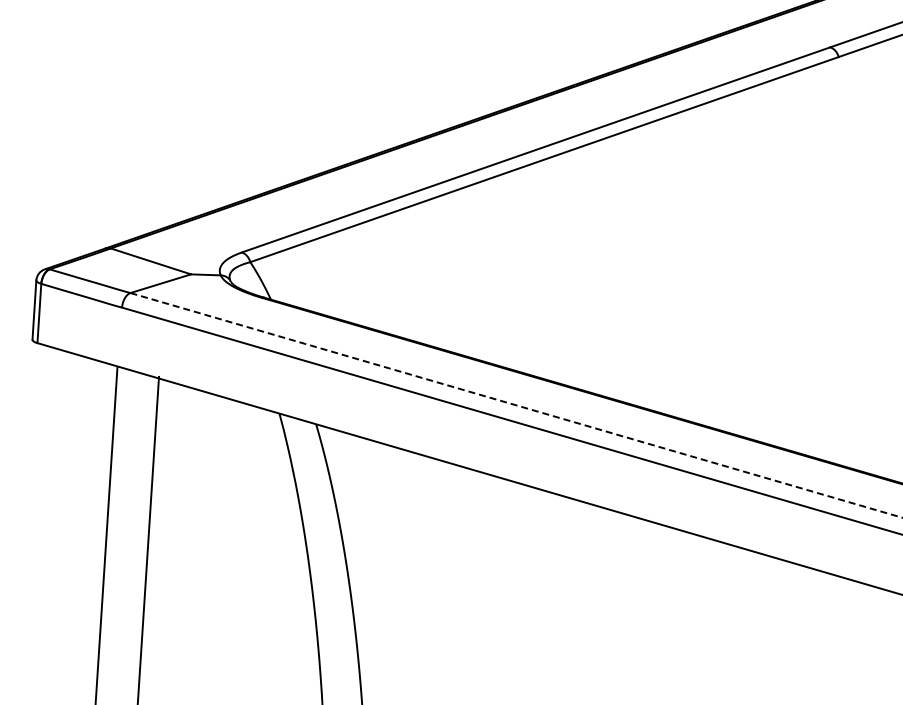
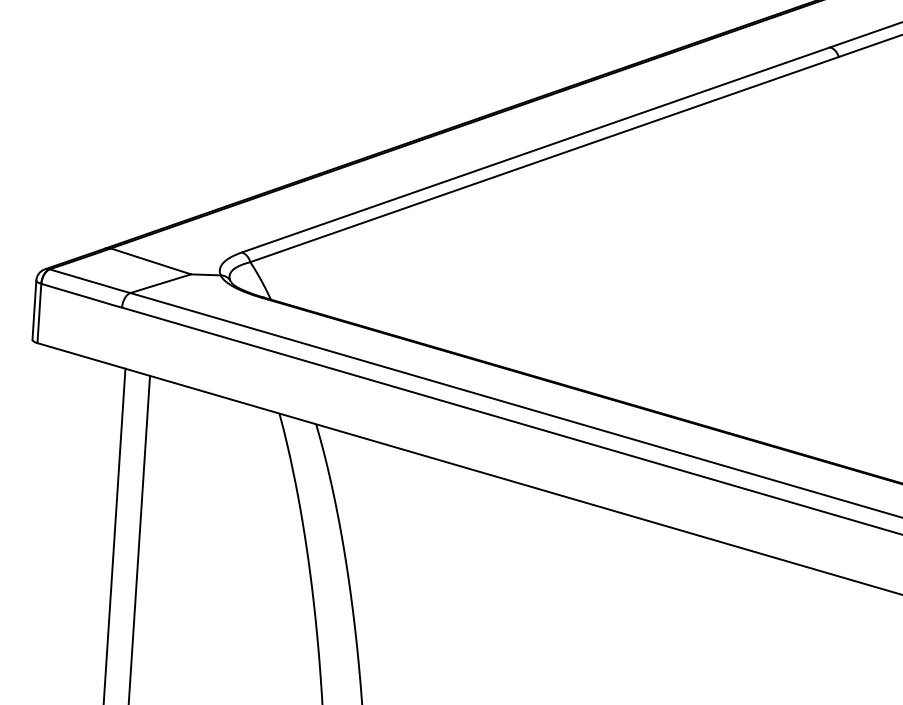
line at (517, 405): dashed -> solid
line at (106, 534) position: (106, 534) -> (114, 534)
line at (148, 538) position: (148, 538) -> (139, 538)
